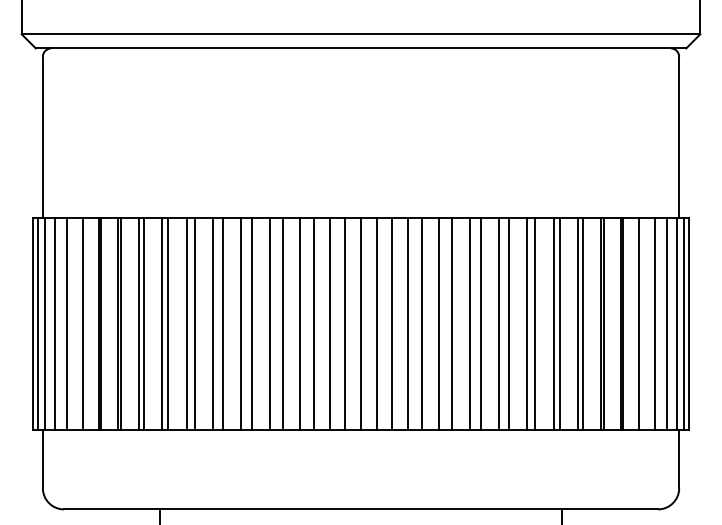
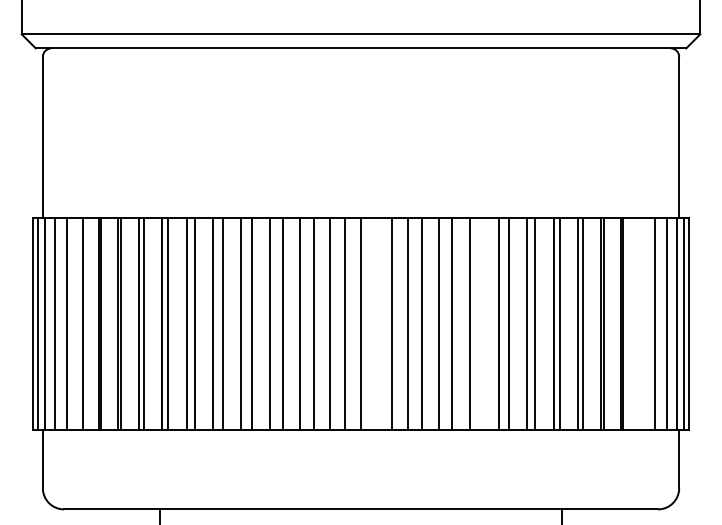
line at (376, 324): present -> none
line at (481, 324): present -> none
line at (639, 324): present -> none
